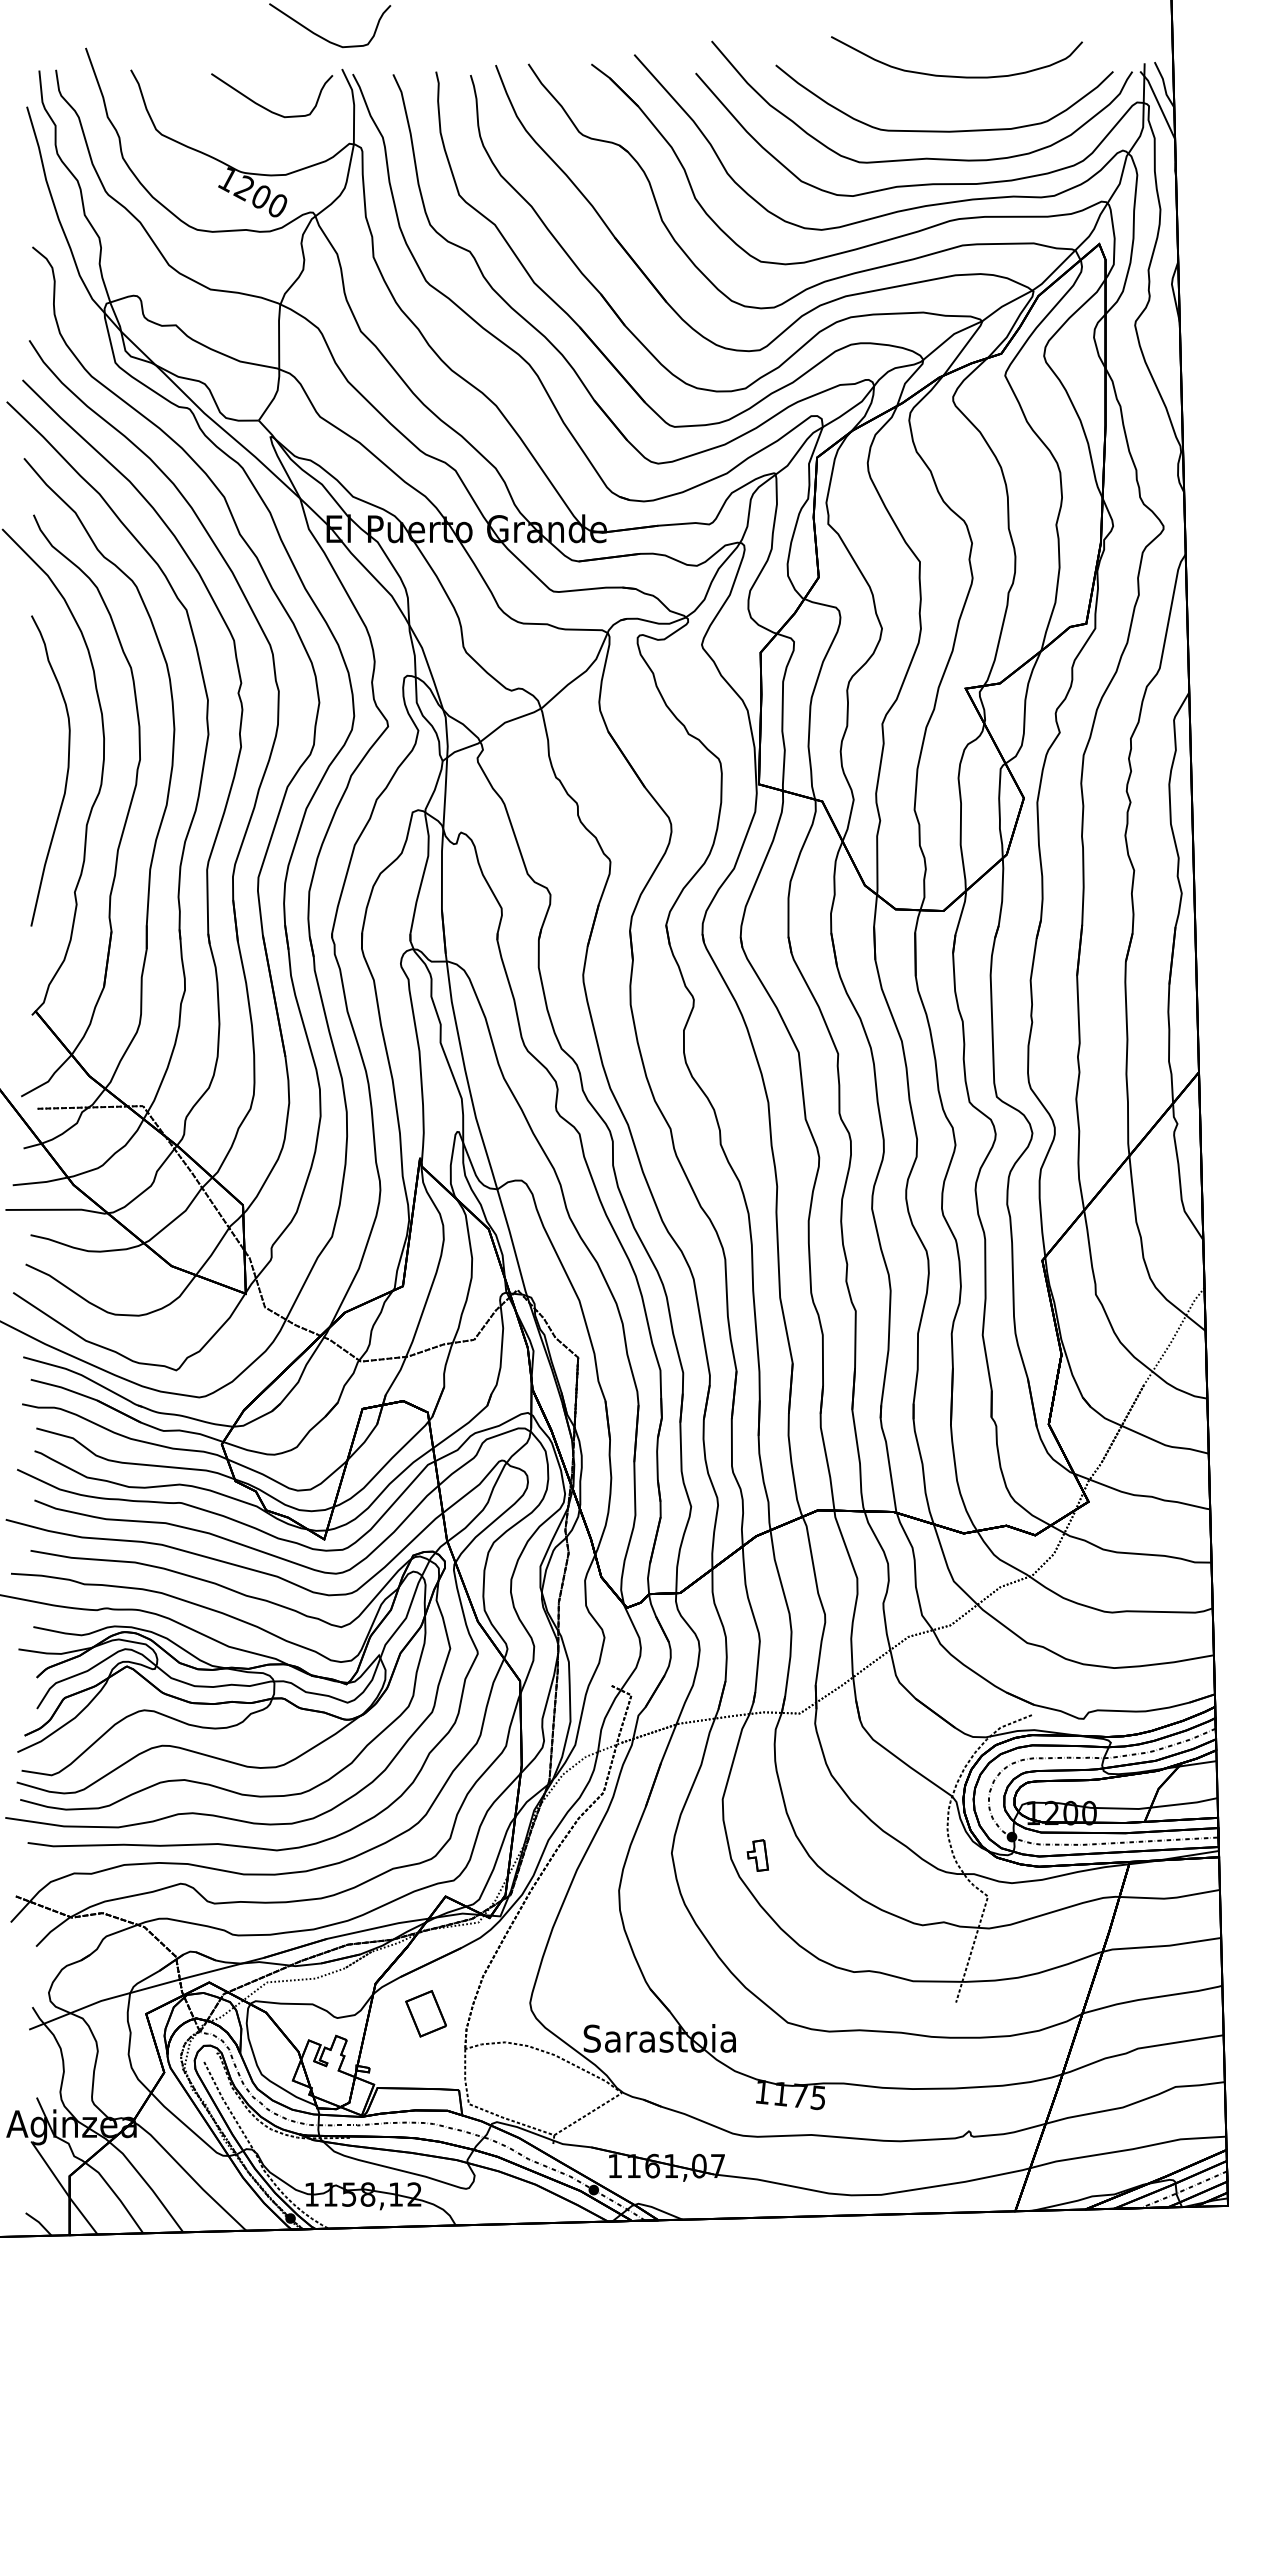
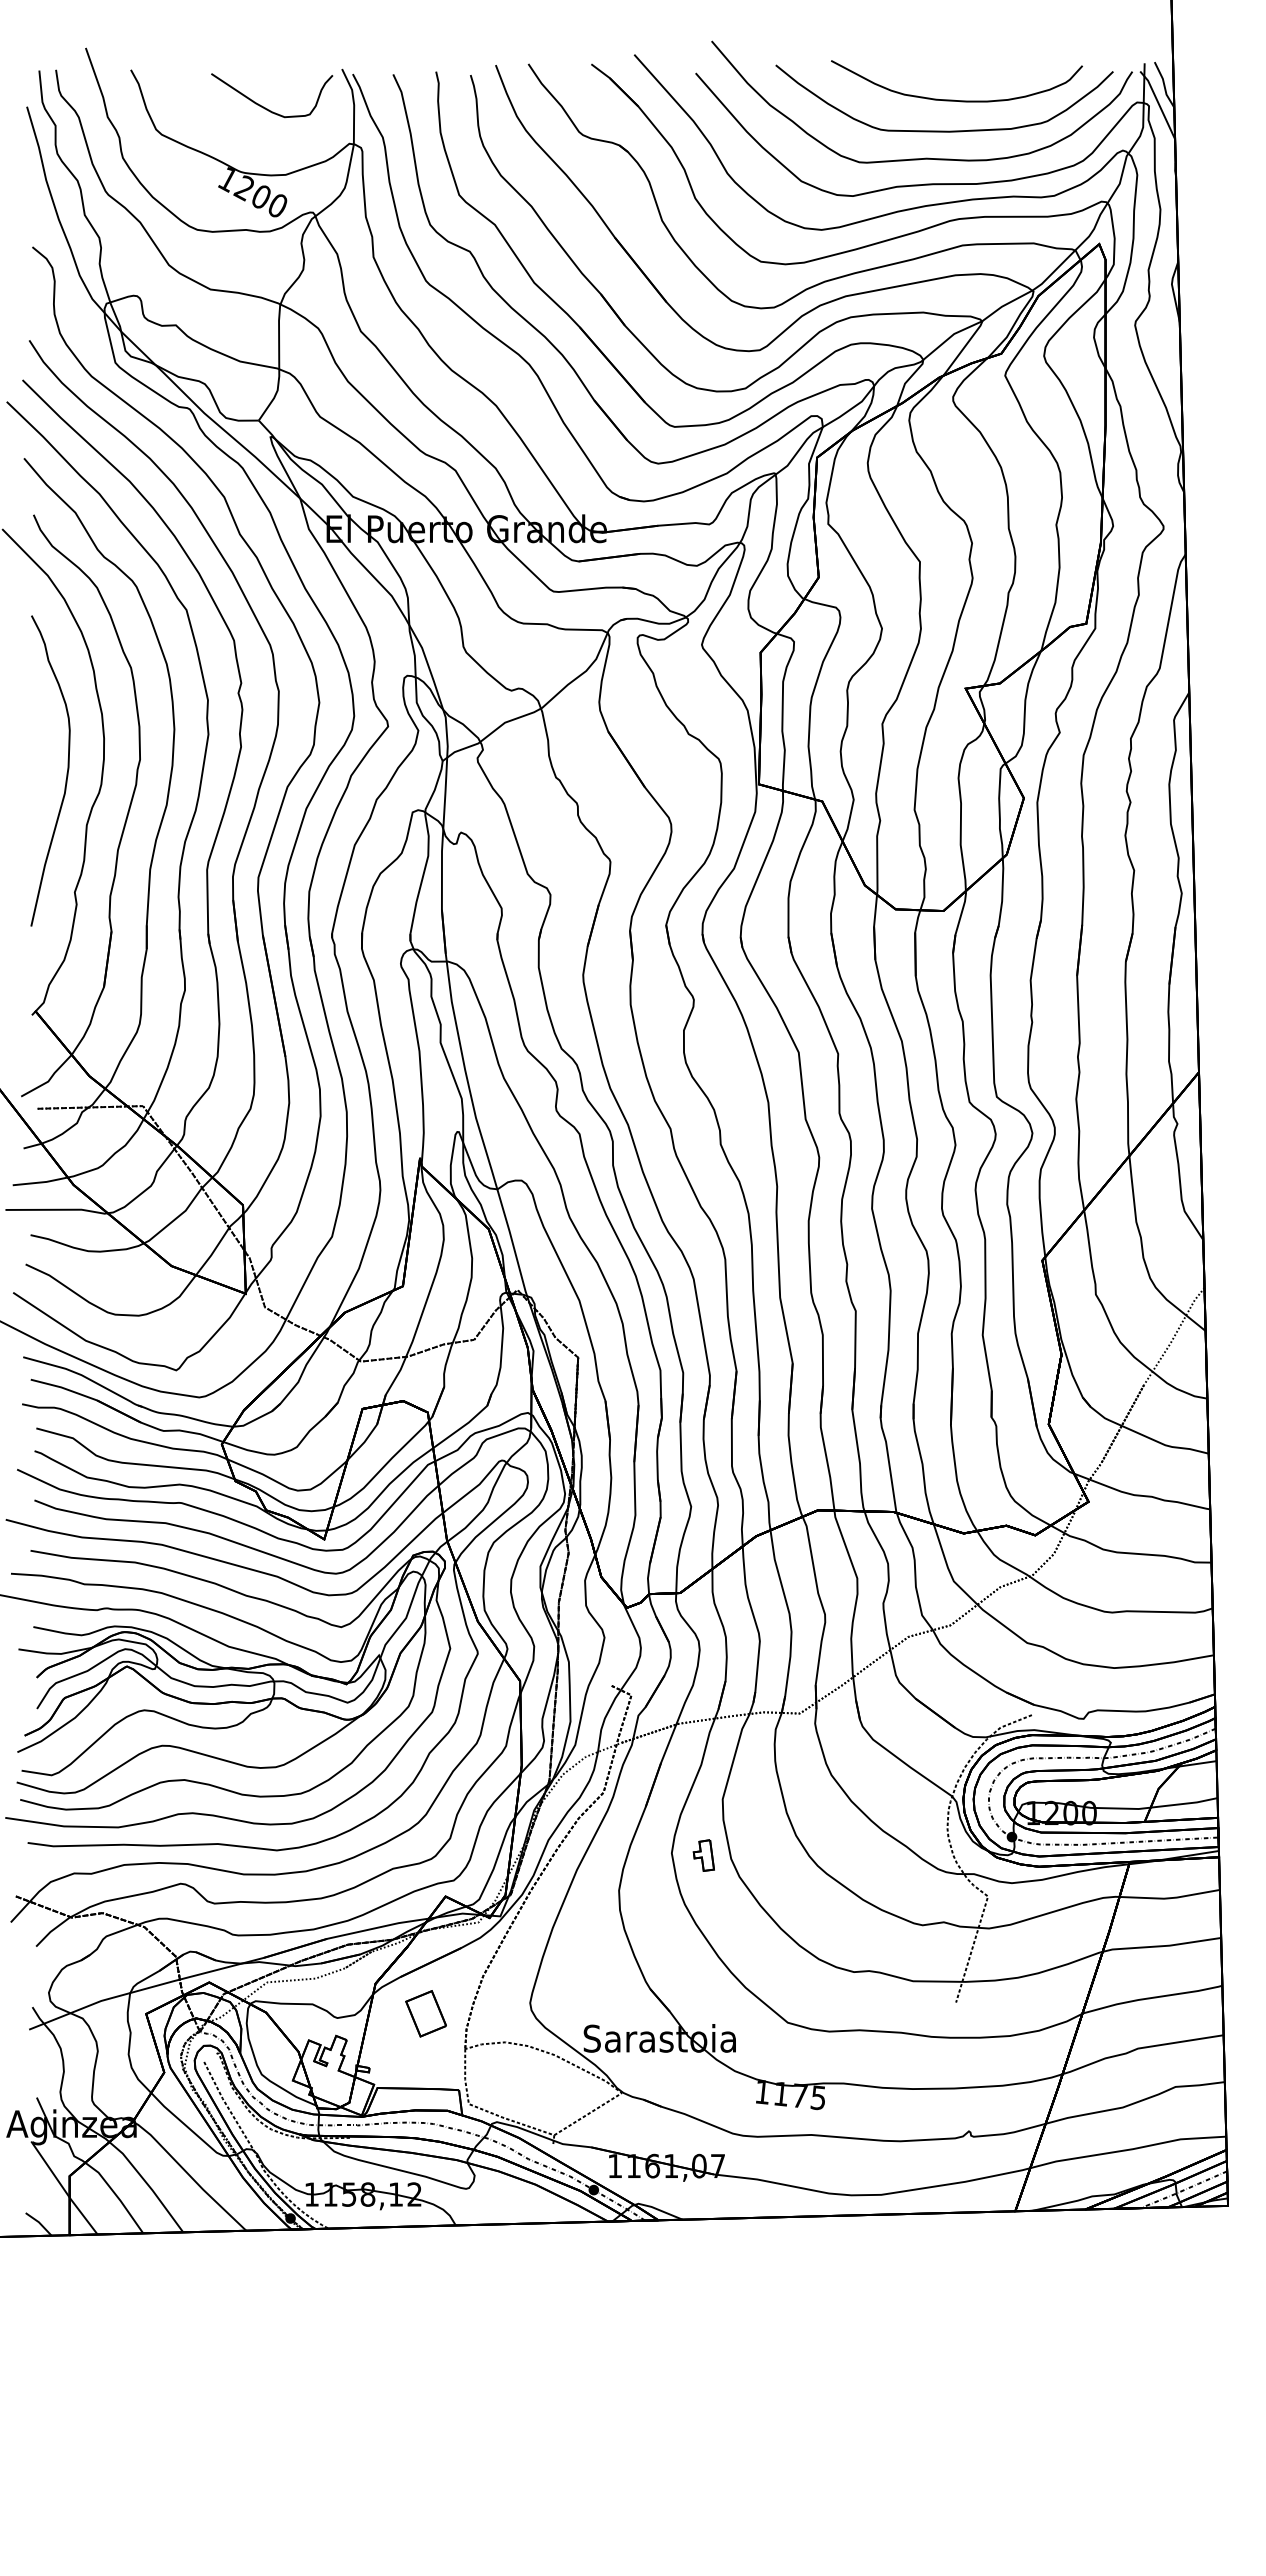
curve at (323, 37): present -> none
curve at (954, 75) position: (954, 75) -> (954, 99)
part at (757, 1855) position: (757, 1855) -> (703, 1855)
